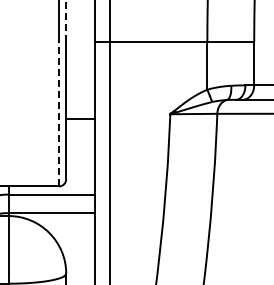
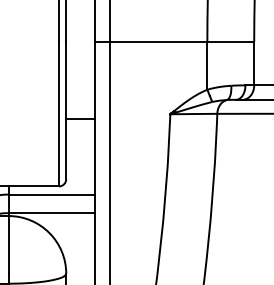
line at (66, 21): dashed -> solid
line at (59, 113): dashed -> solid
